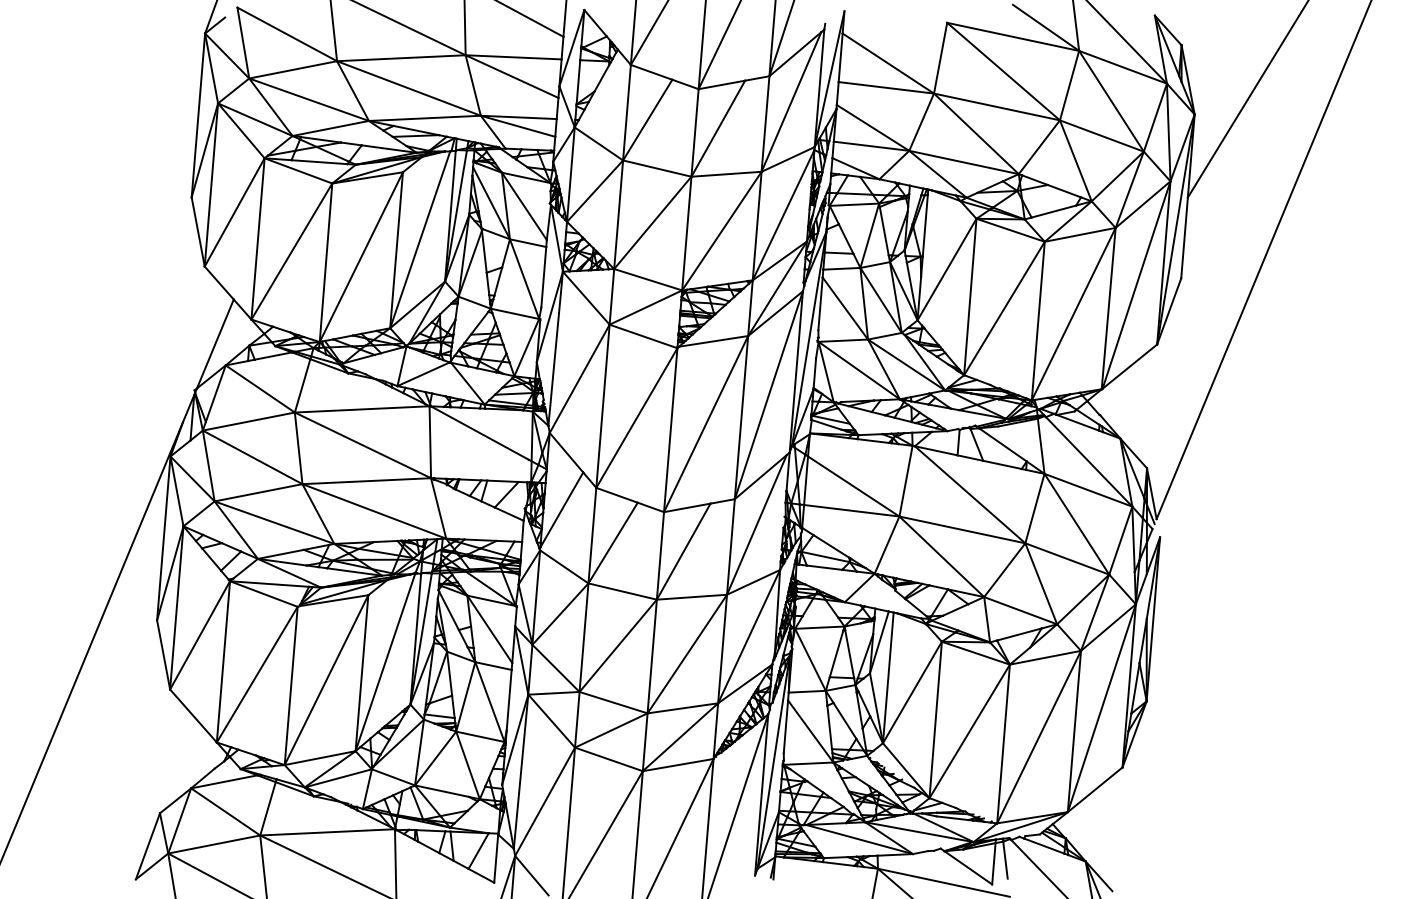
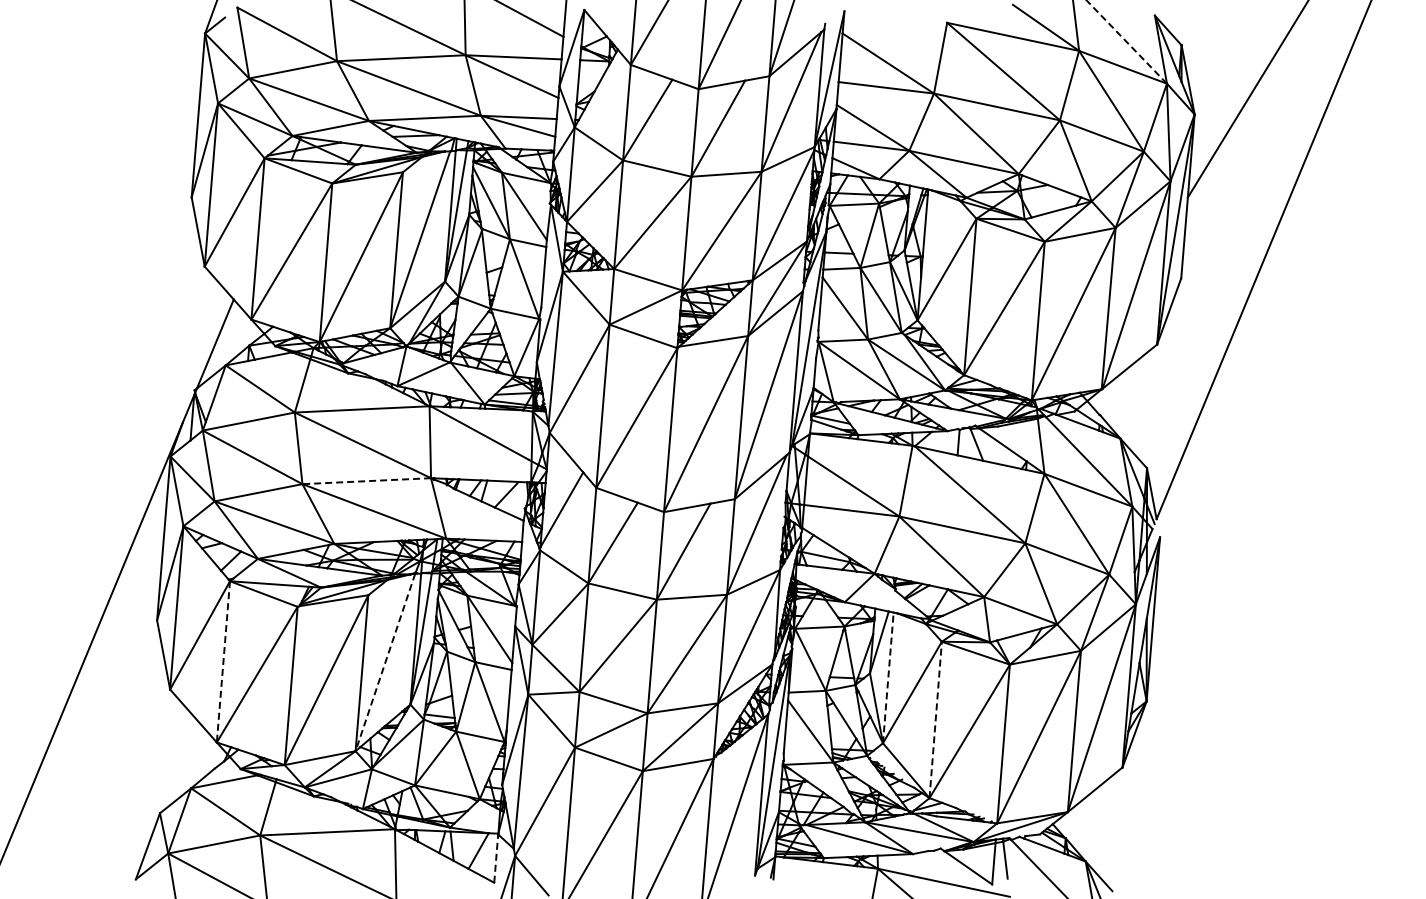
line at (1126, 42): solid -> dashed
line at (366, 481): solid -> dashed
line at (223, 661): solid -> dashed
line at (385, 662): solid -> dashed
line at (888, 677): solid -> dashed
line at (935, 719): solid -> dashed
line at (496, 858): solid -> dashed
